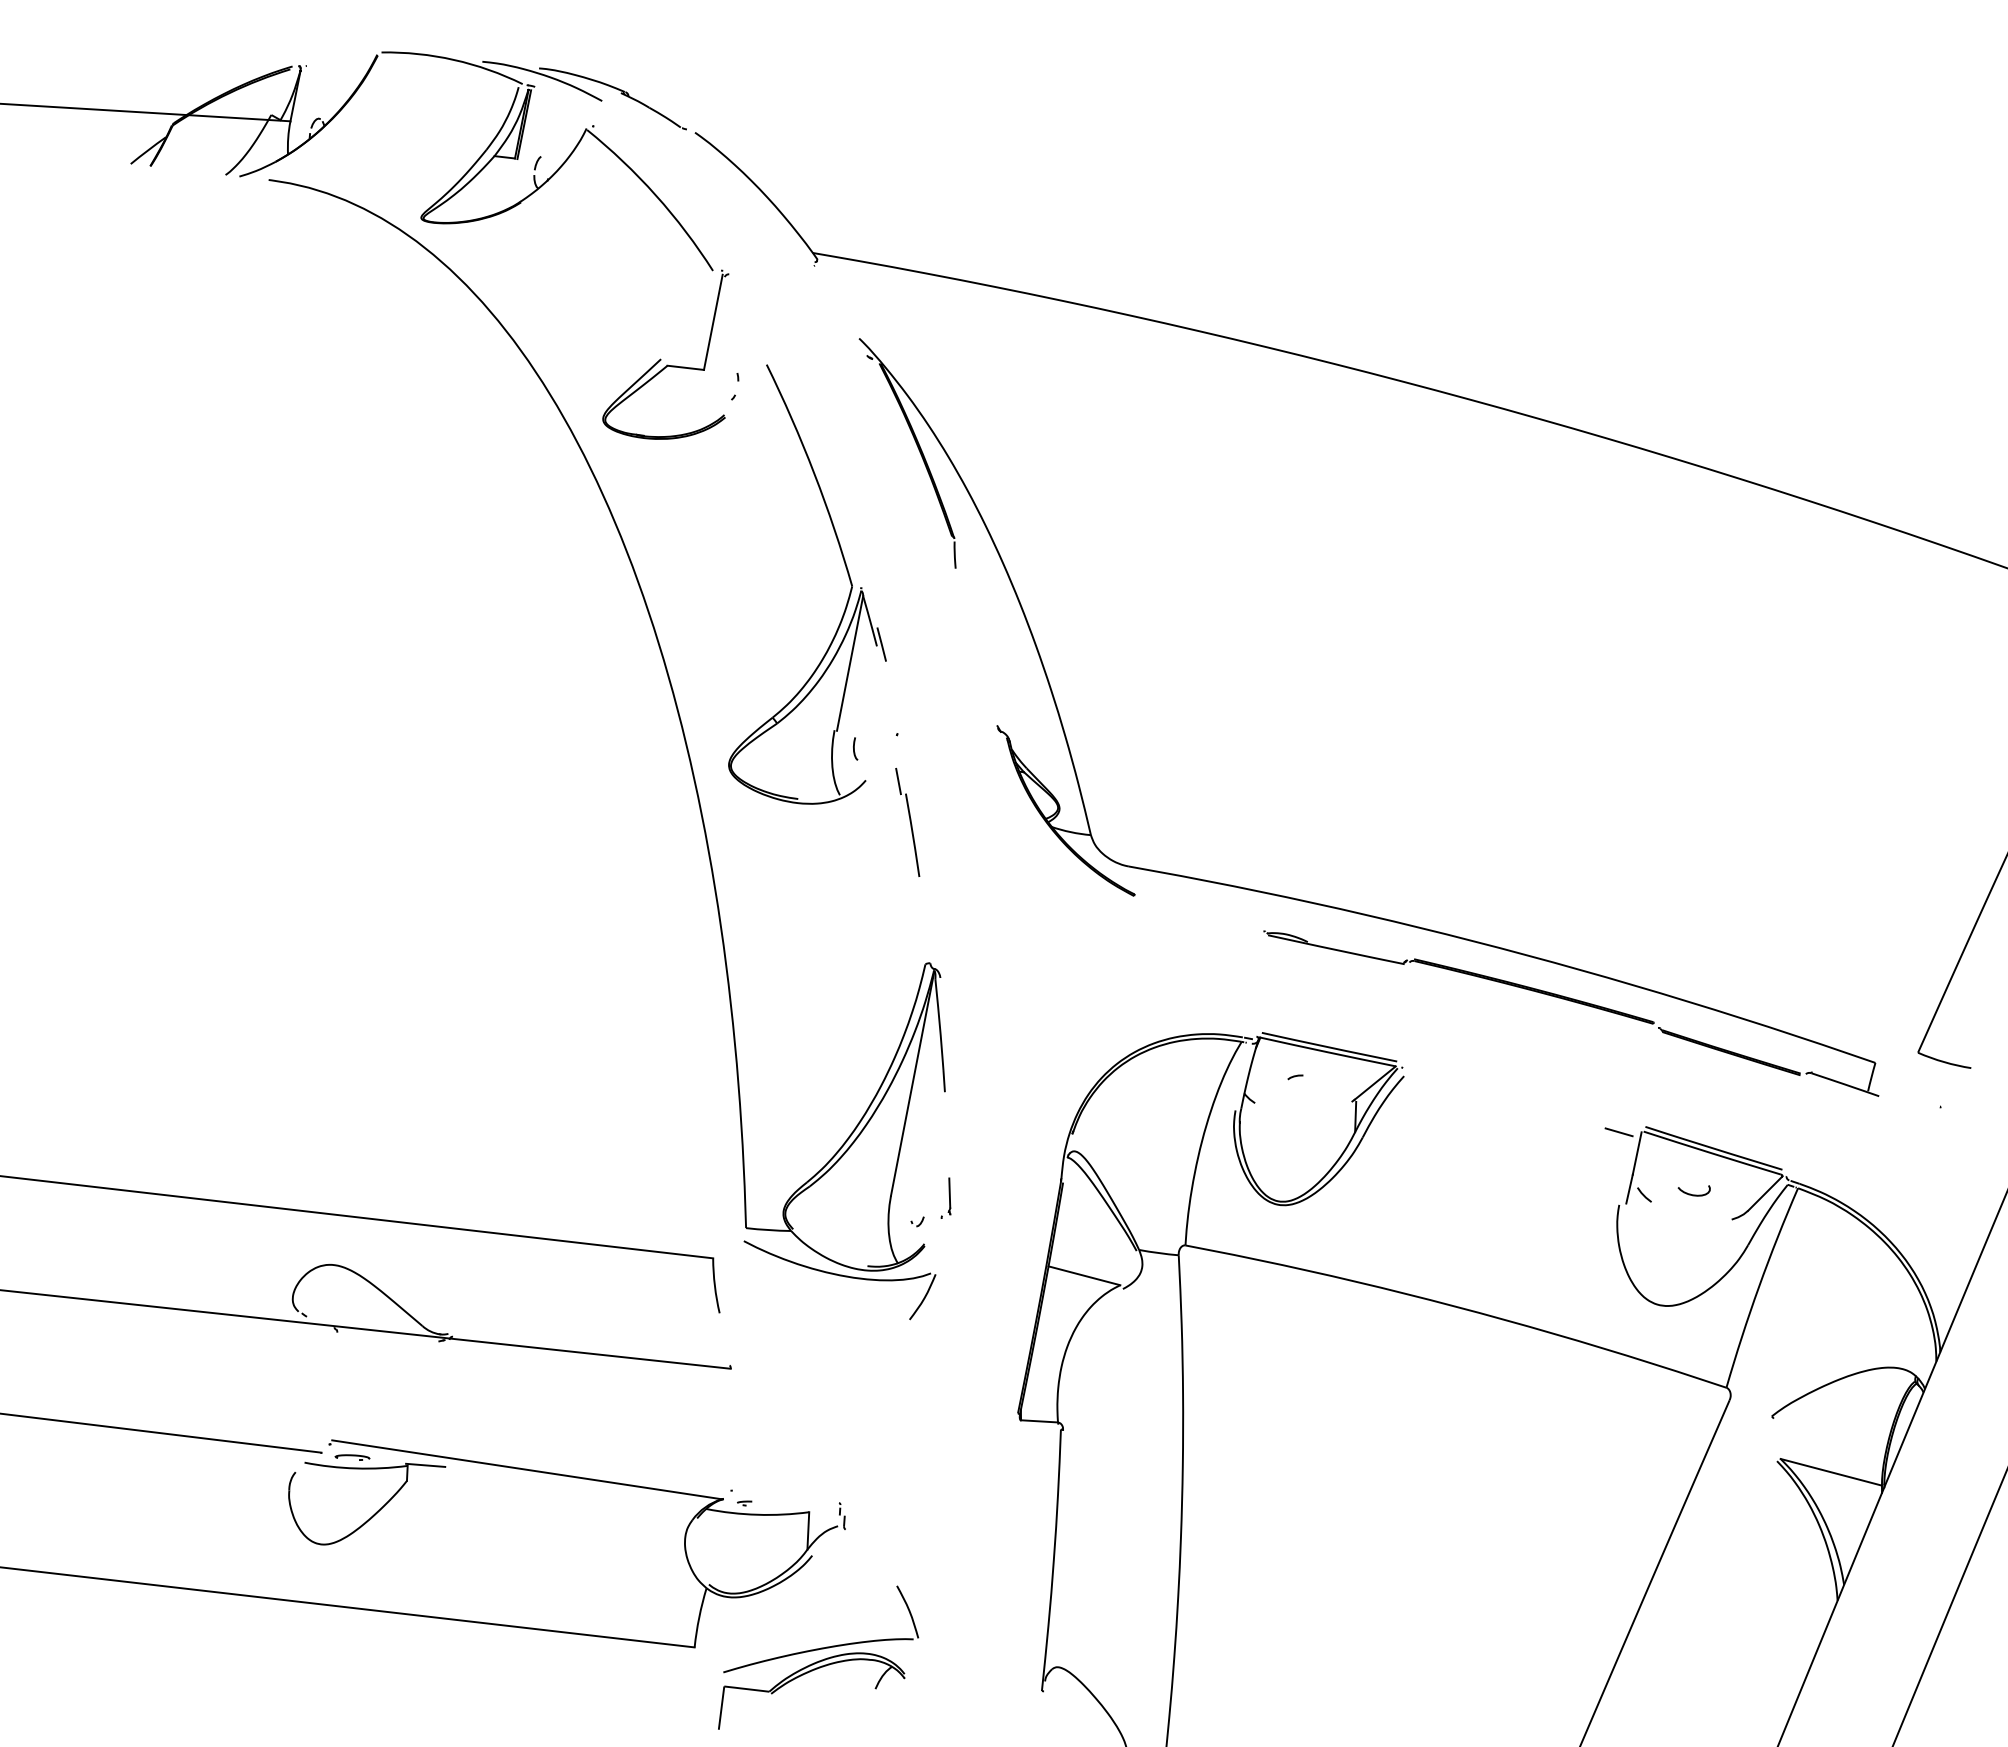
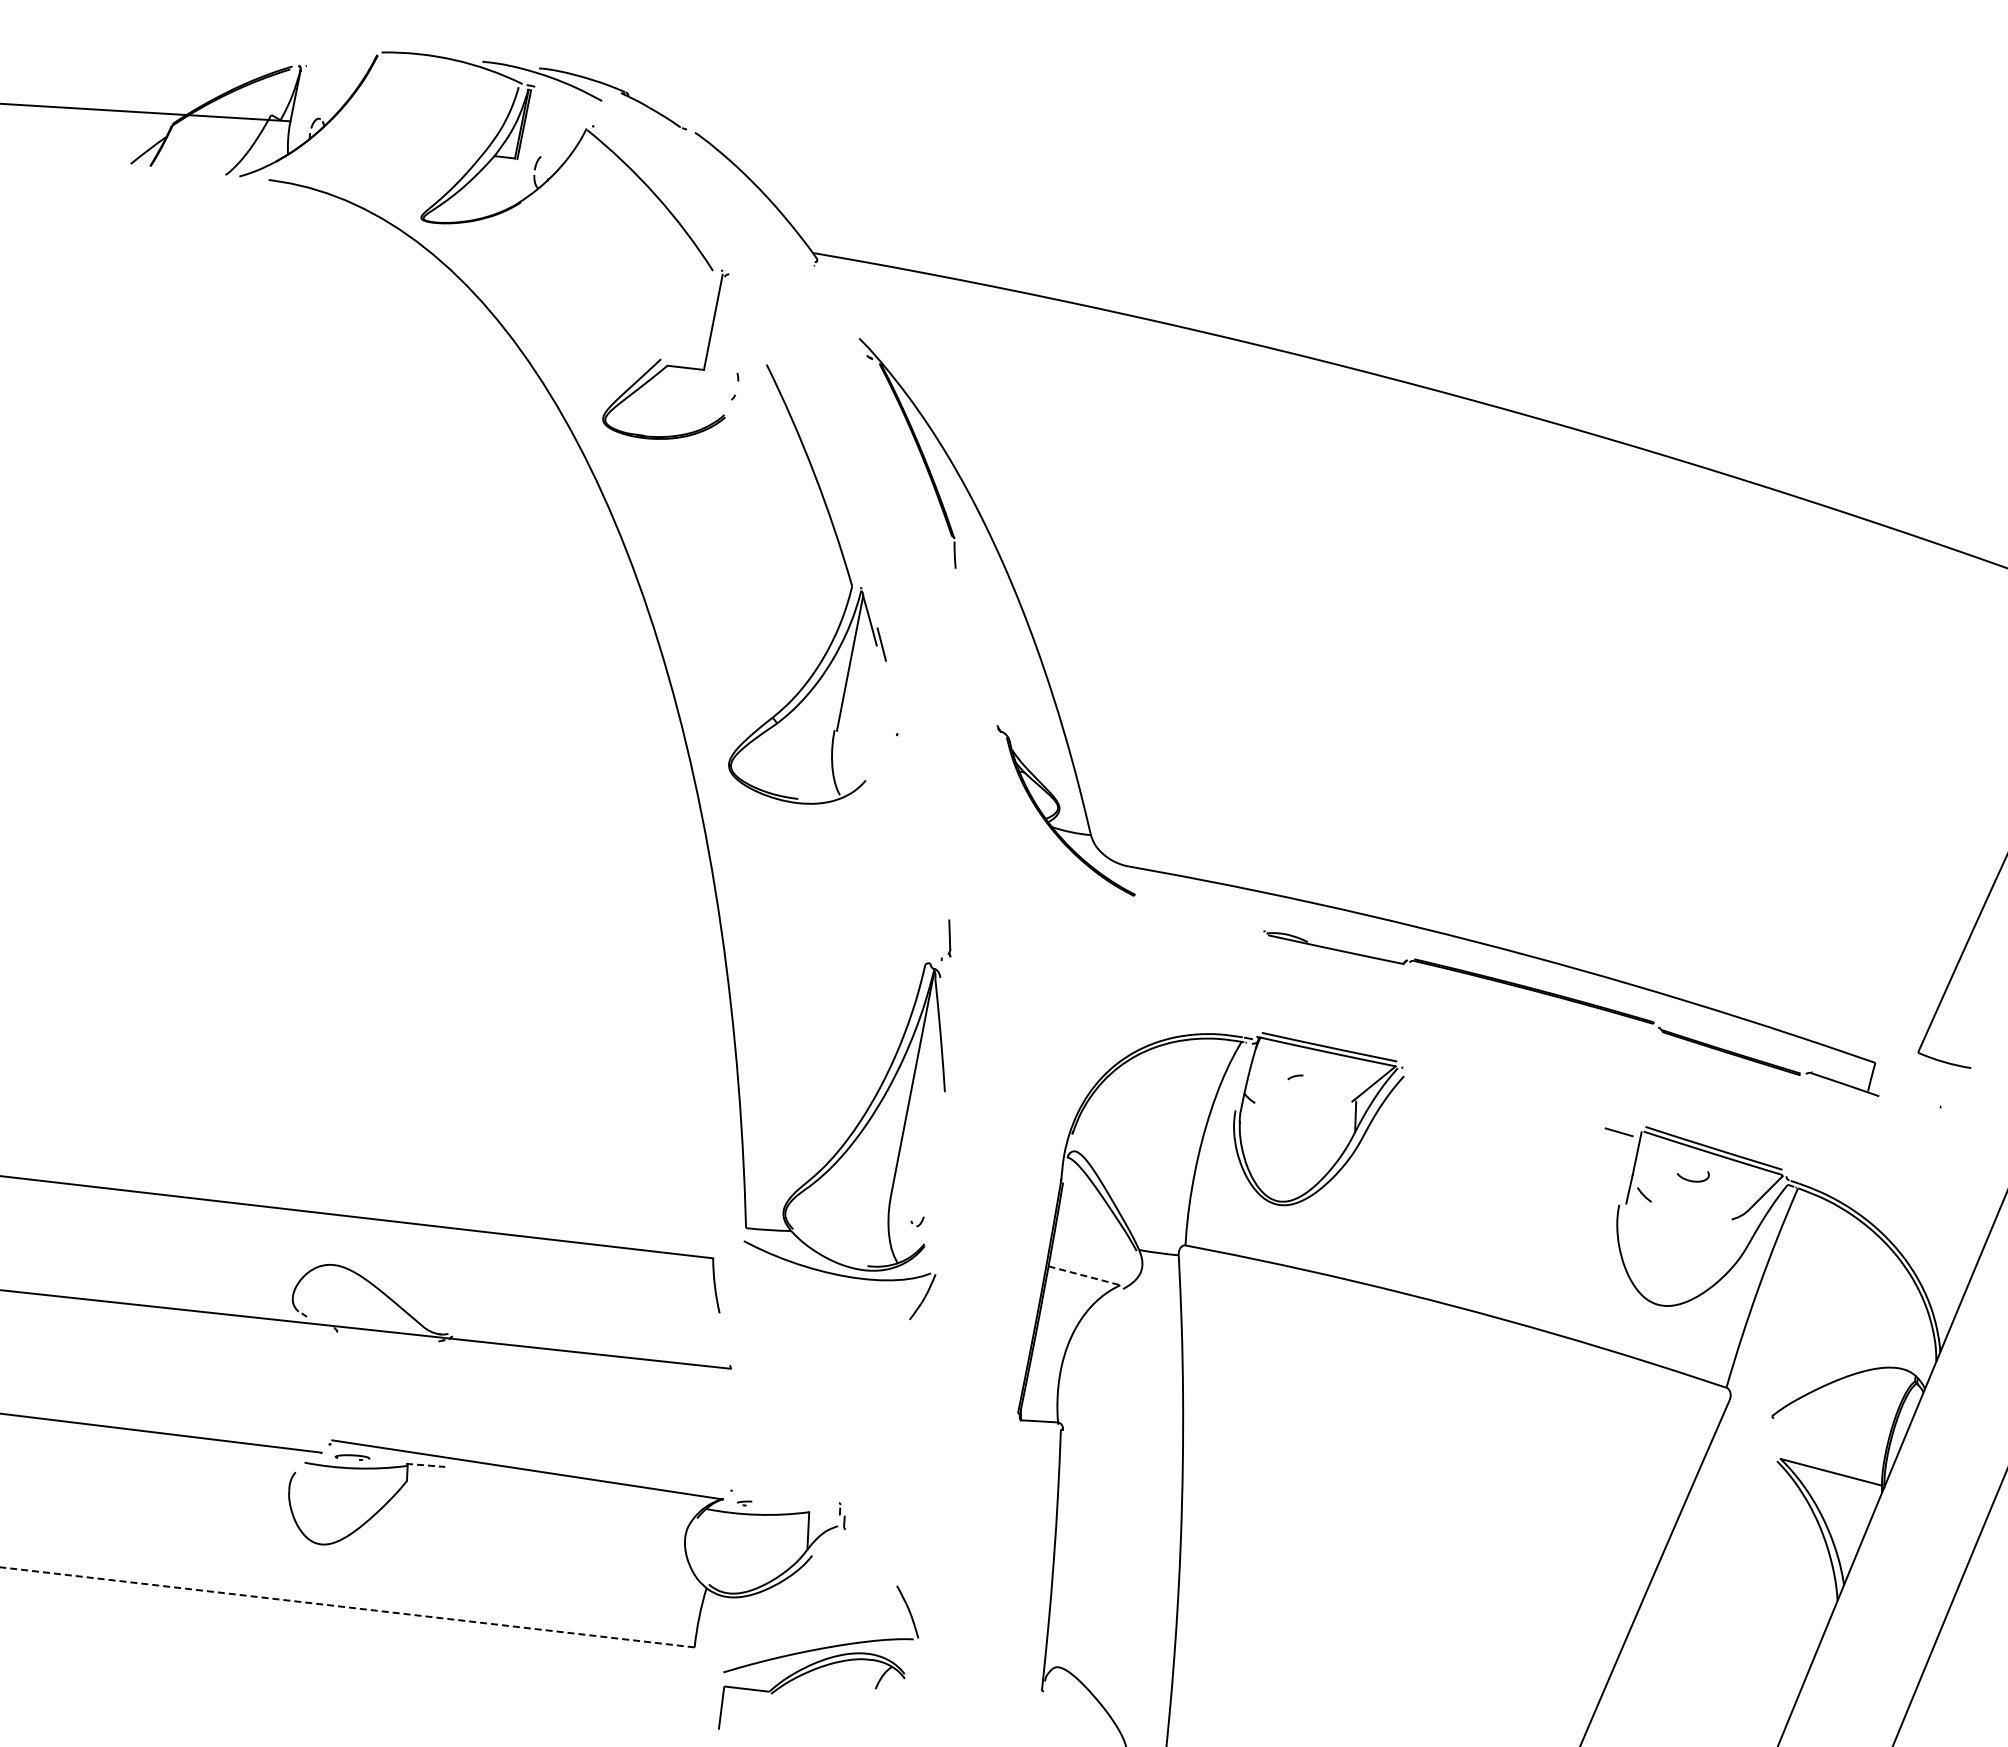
curve at (854, 748): present -> none
part at (907, 821): present -> none
curve at (1693, 1194) position: (1693, 1194) -> (1692, 1180)
part at (945, 1197) position: (945, 1197) -> (945, 939)
line at (1084, 1275): solid -> dashed
line at (425, 1465): solid -> dashed
line at (346, 1607): solid -> dashed
